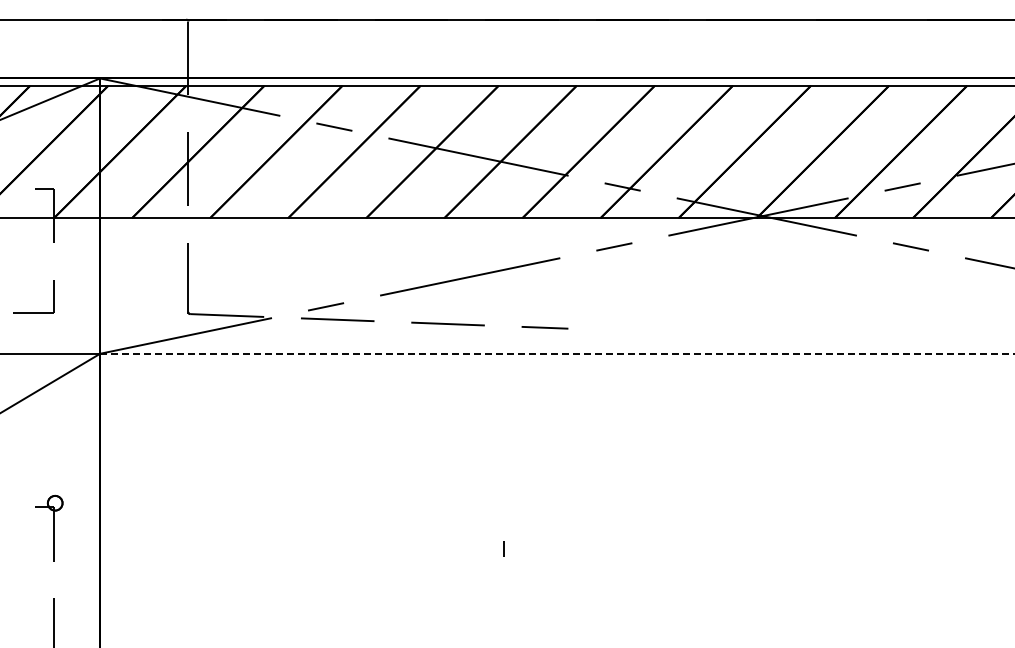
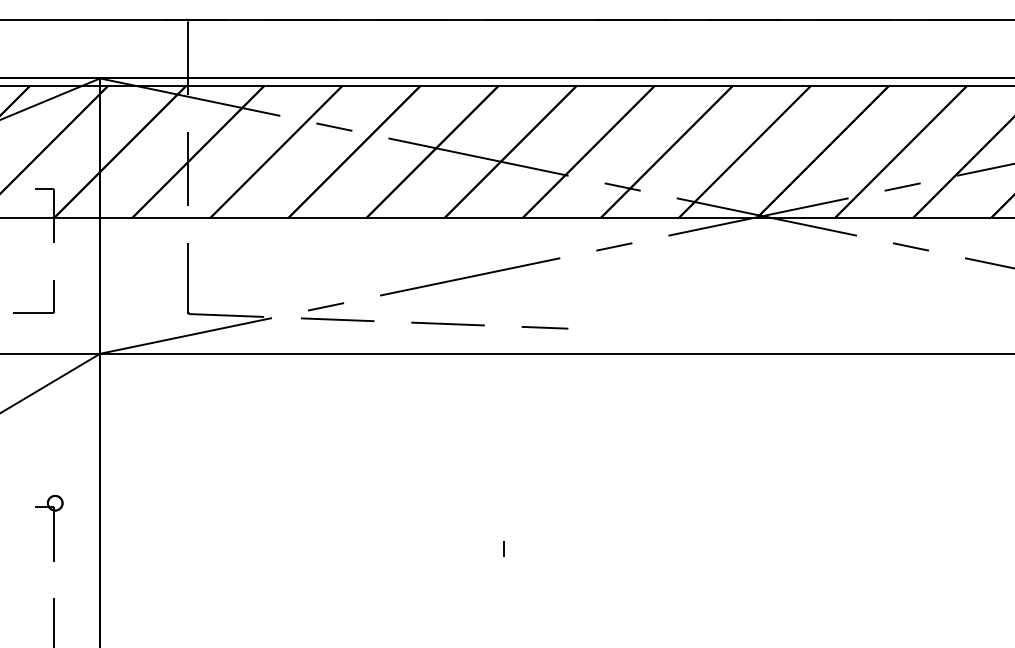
line at (557, 353): dashed -> solid
